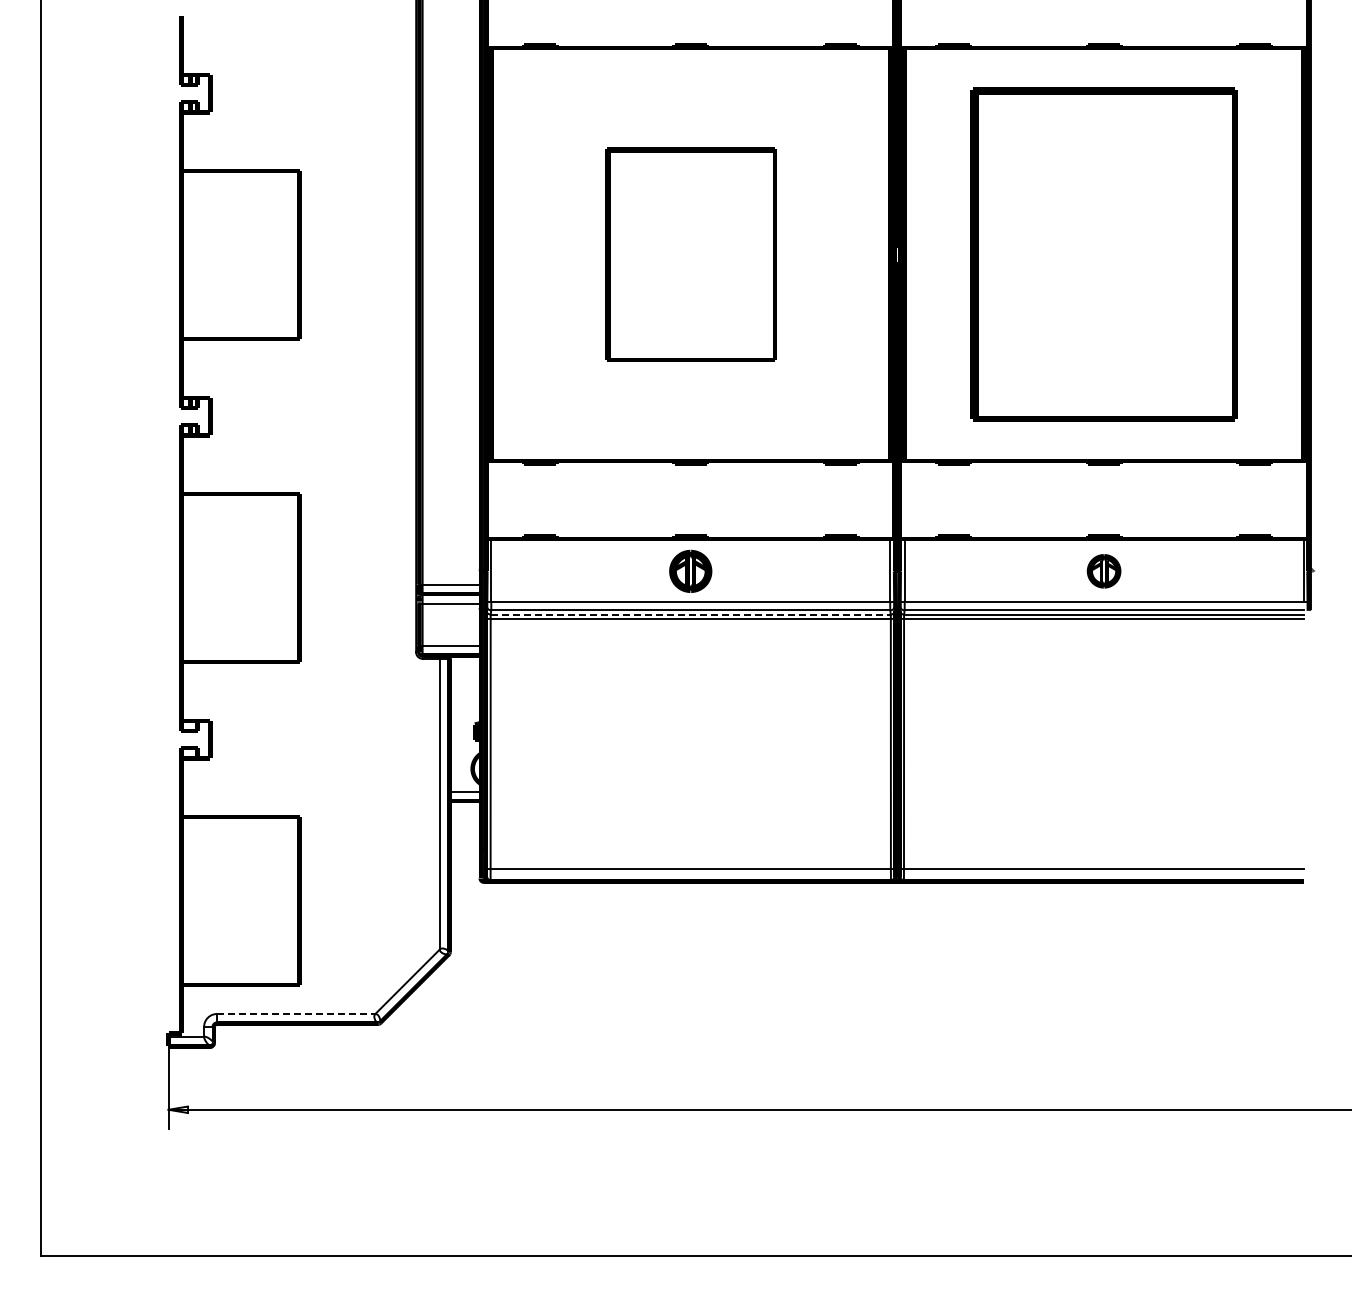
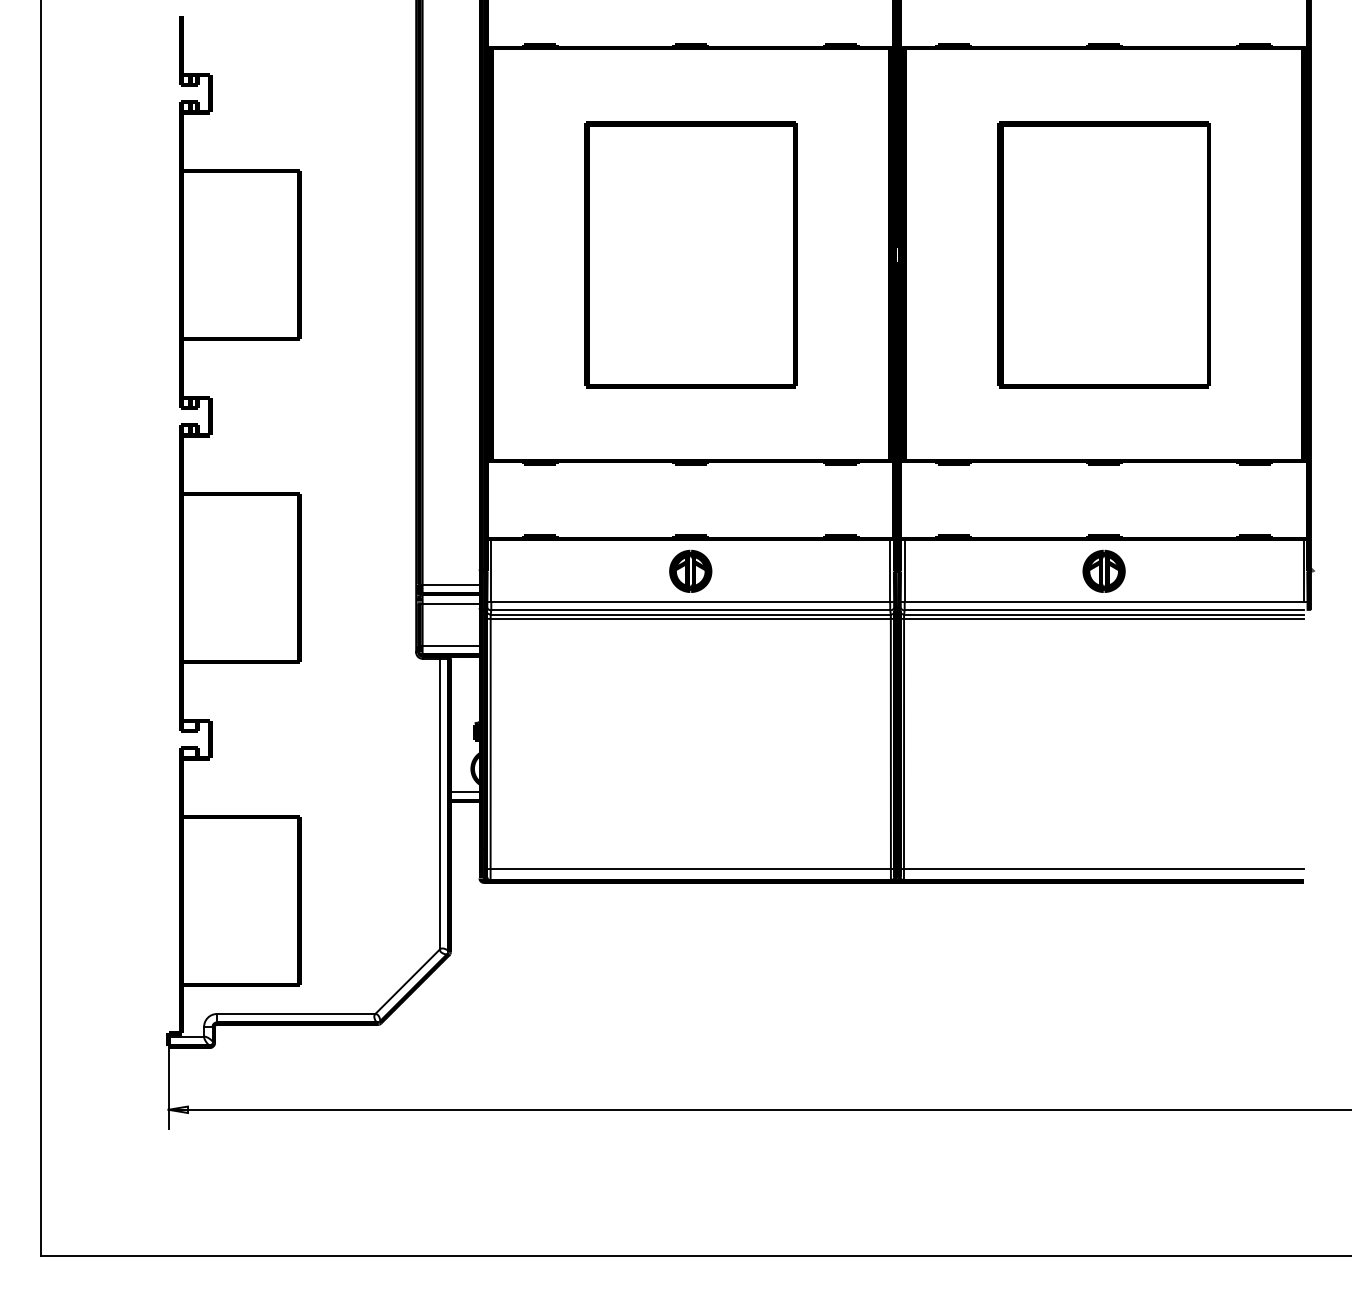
part at (690, 254) size: 172x215 px -> 214x268 px
part at (1103, 254) size: 268x335 px -> 214x268 px
part at (1103, 571) size: 36x35 px -> 44x44 px
line at (691, 614): dashed -> solid
line at (296, 1014): dashed -> solid
